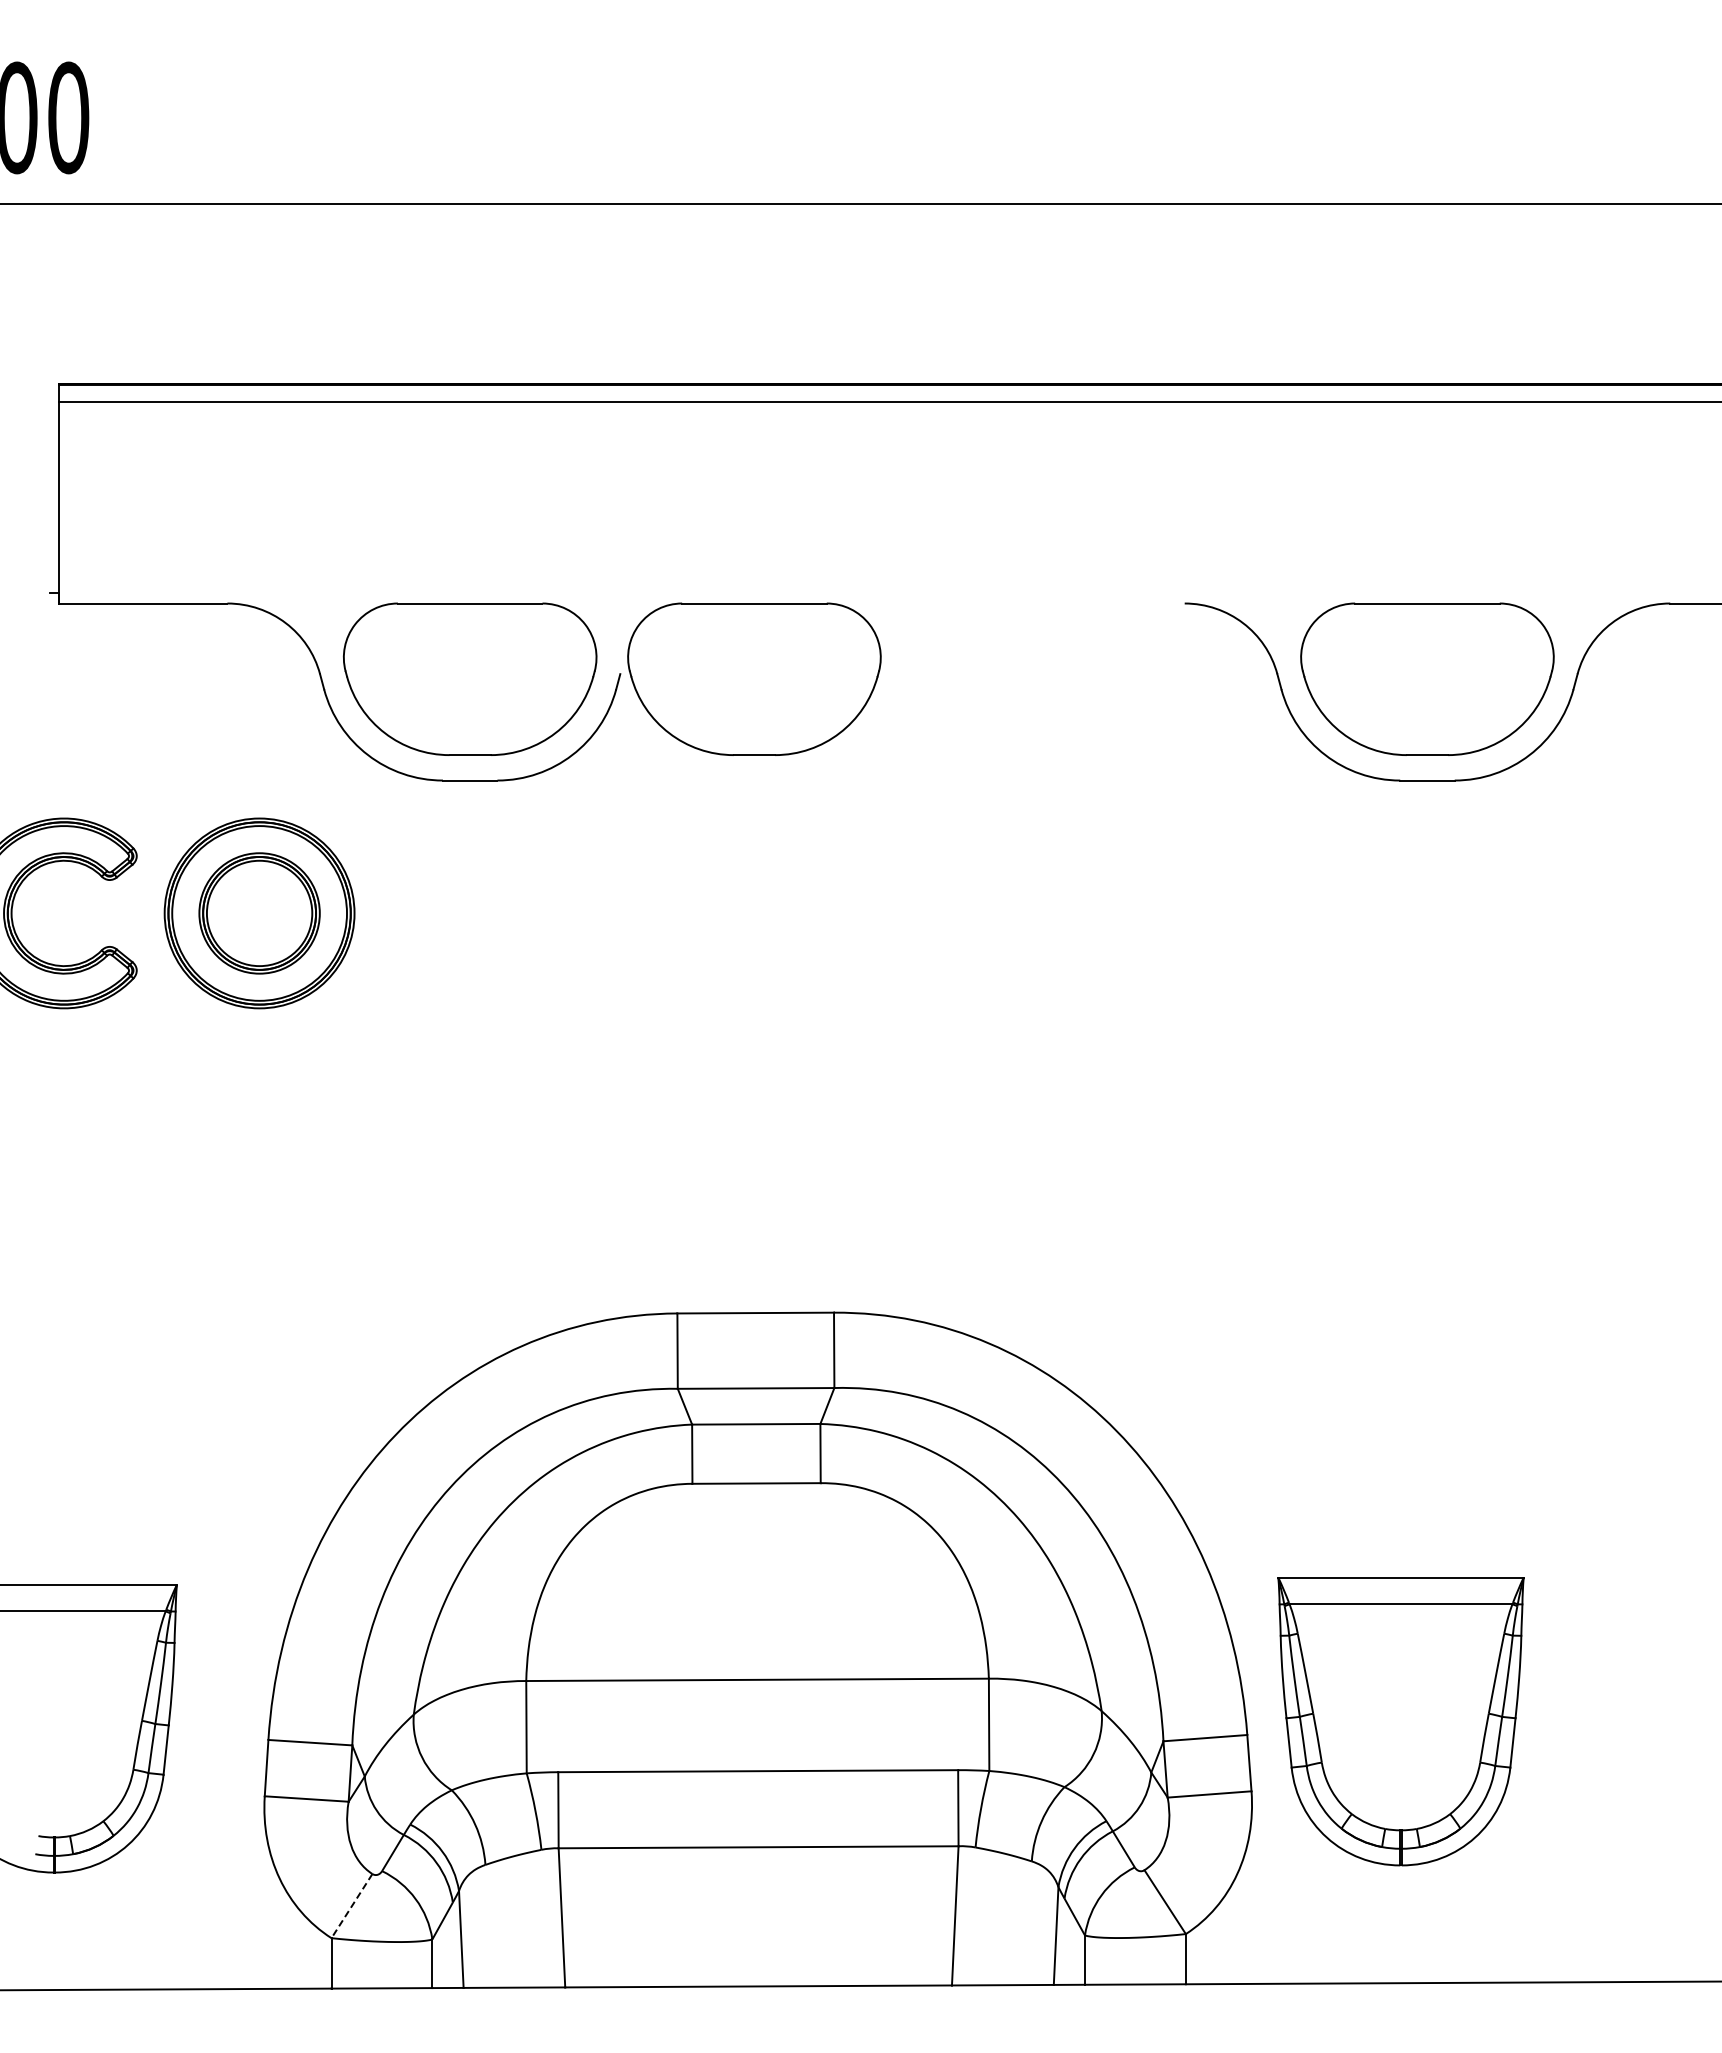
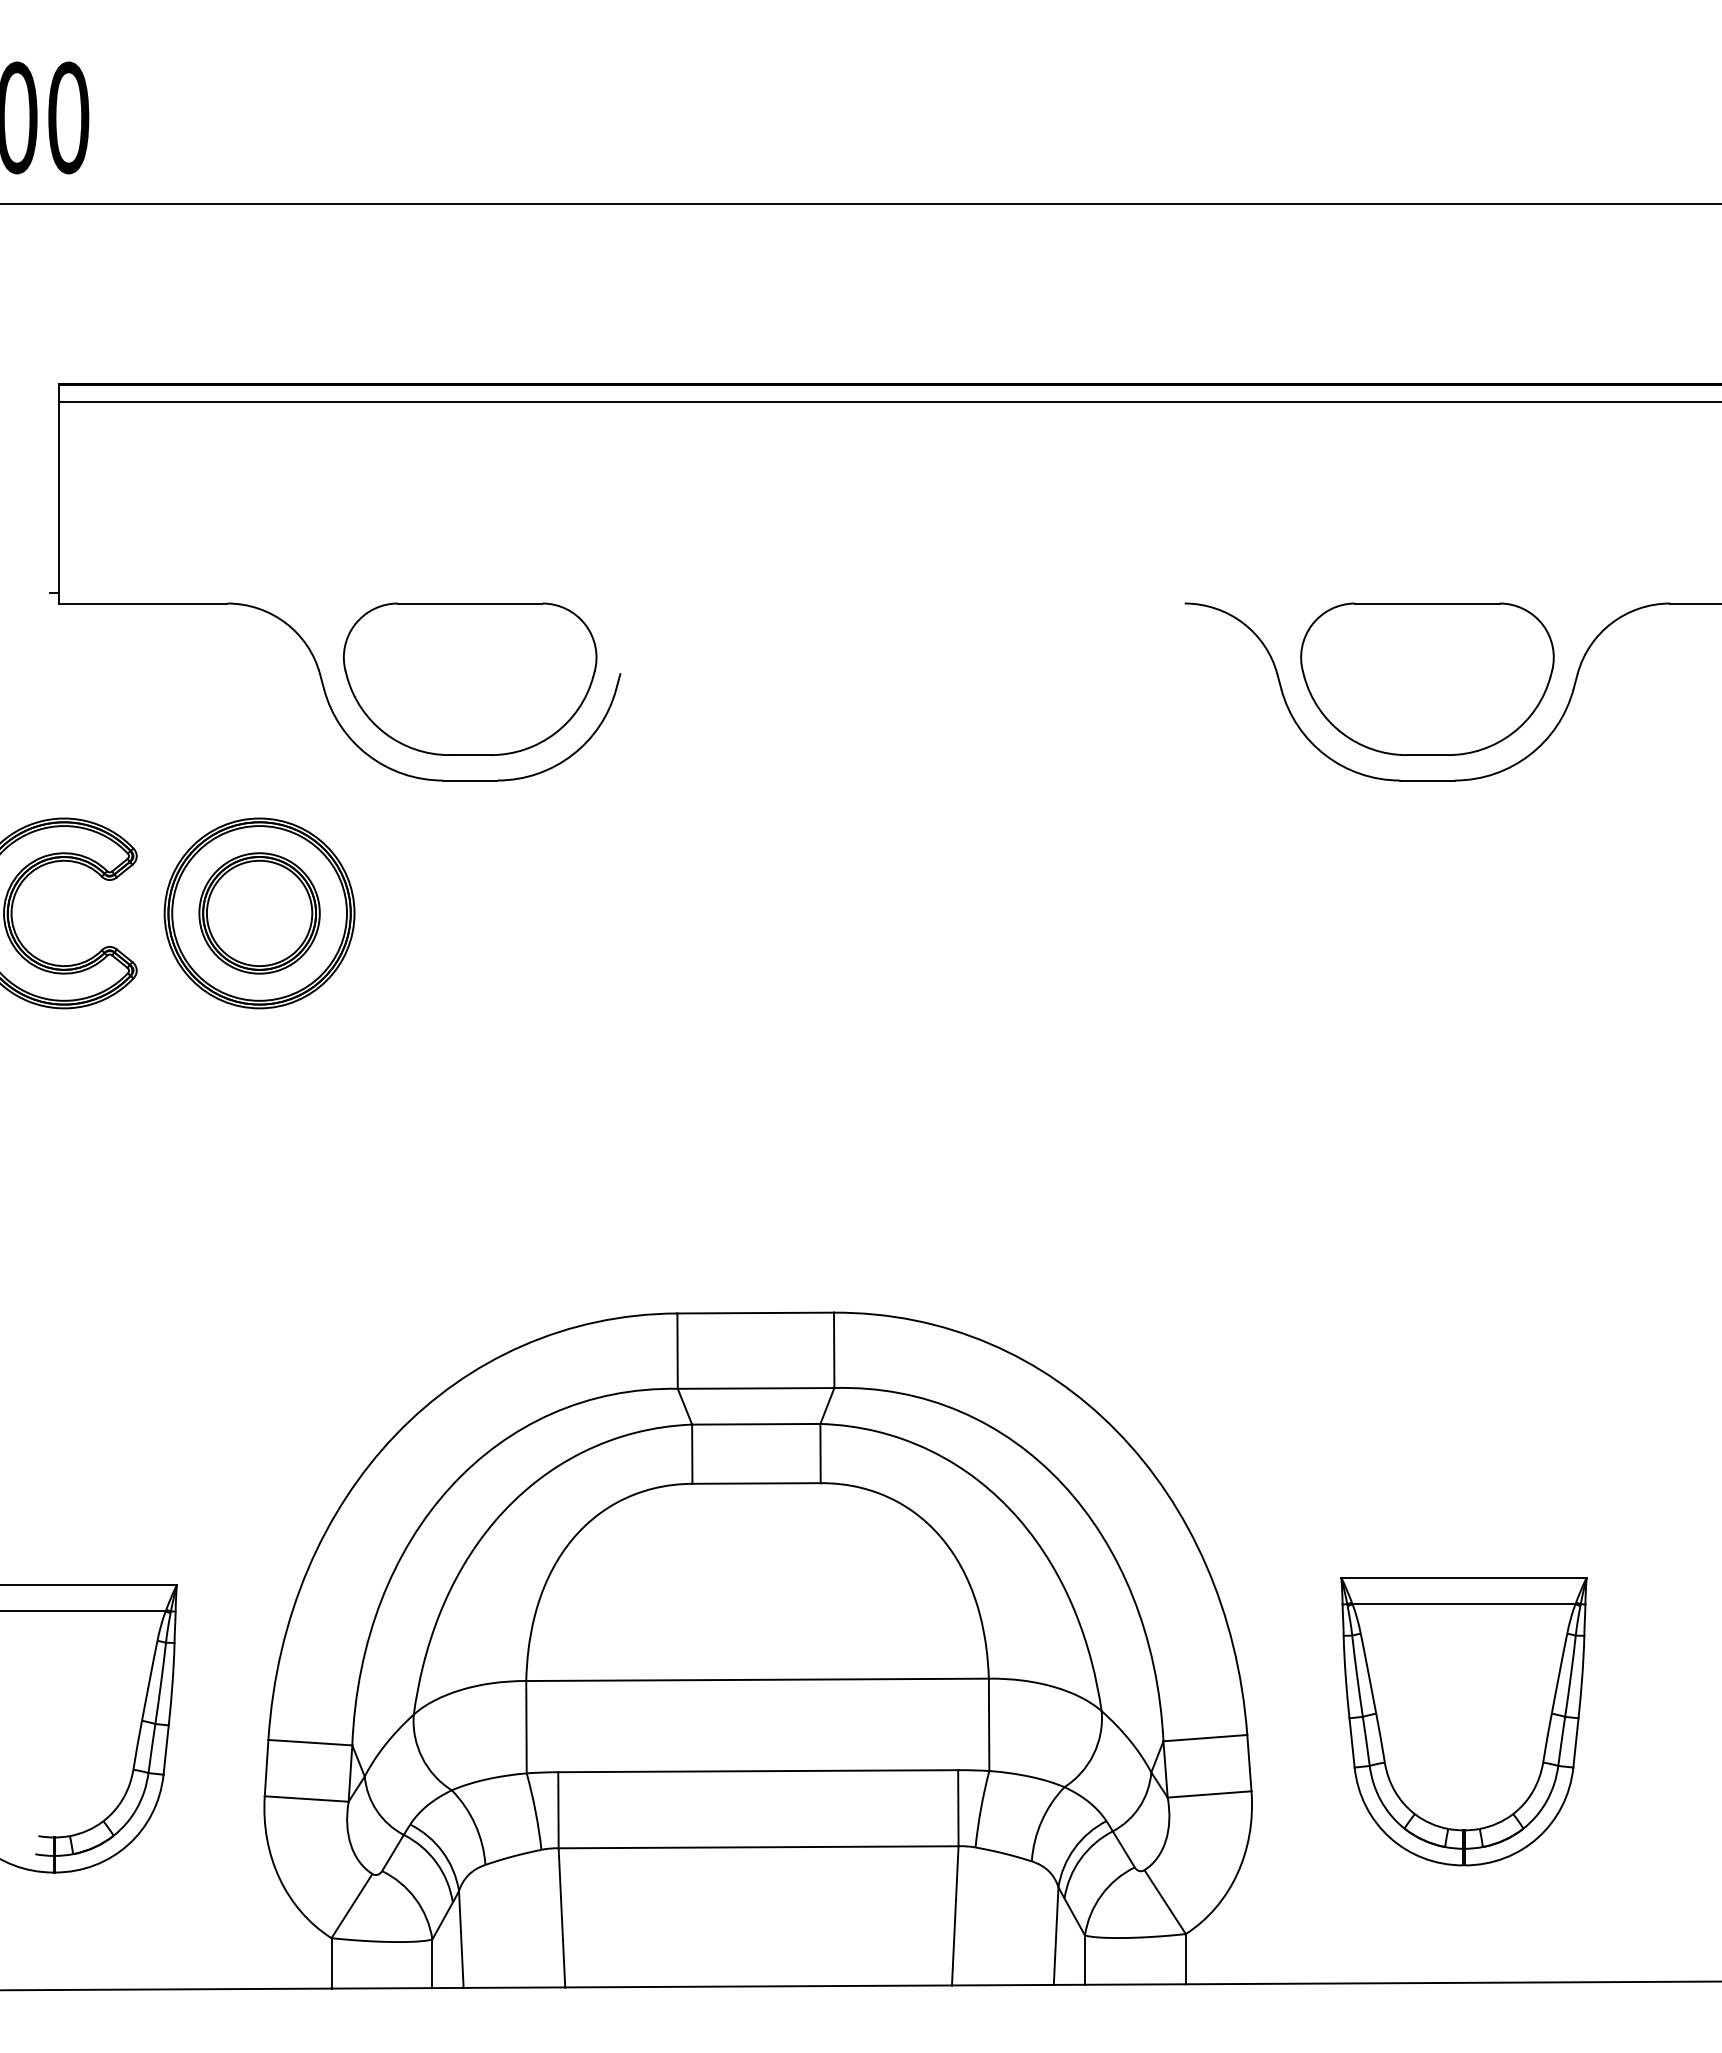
part at (754, 678): present -> none
part at (1400, 1721) position: (1400, 1721) -> (1463, 1721)
line at (351, 1906): dashed -> solid
